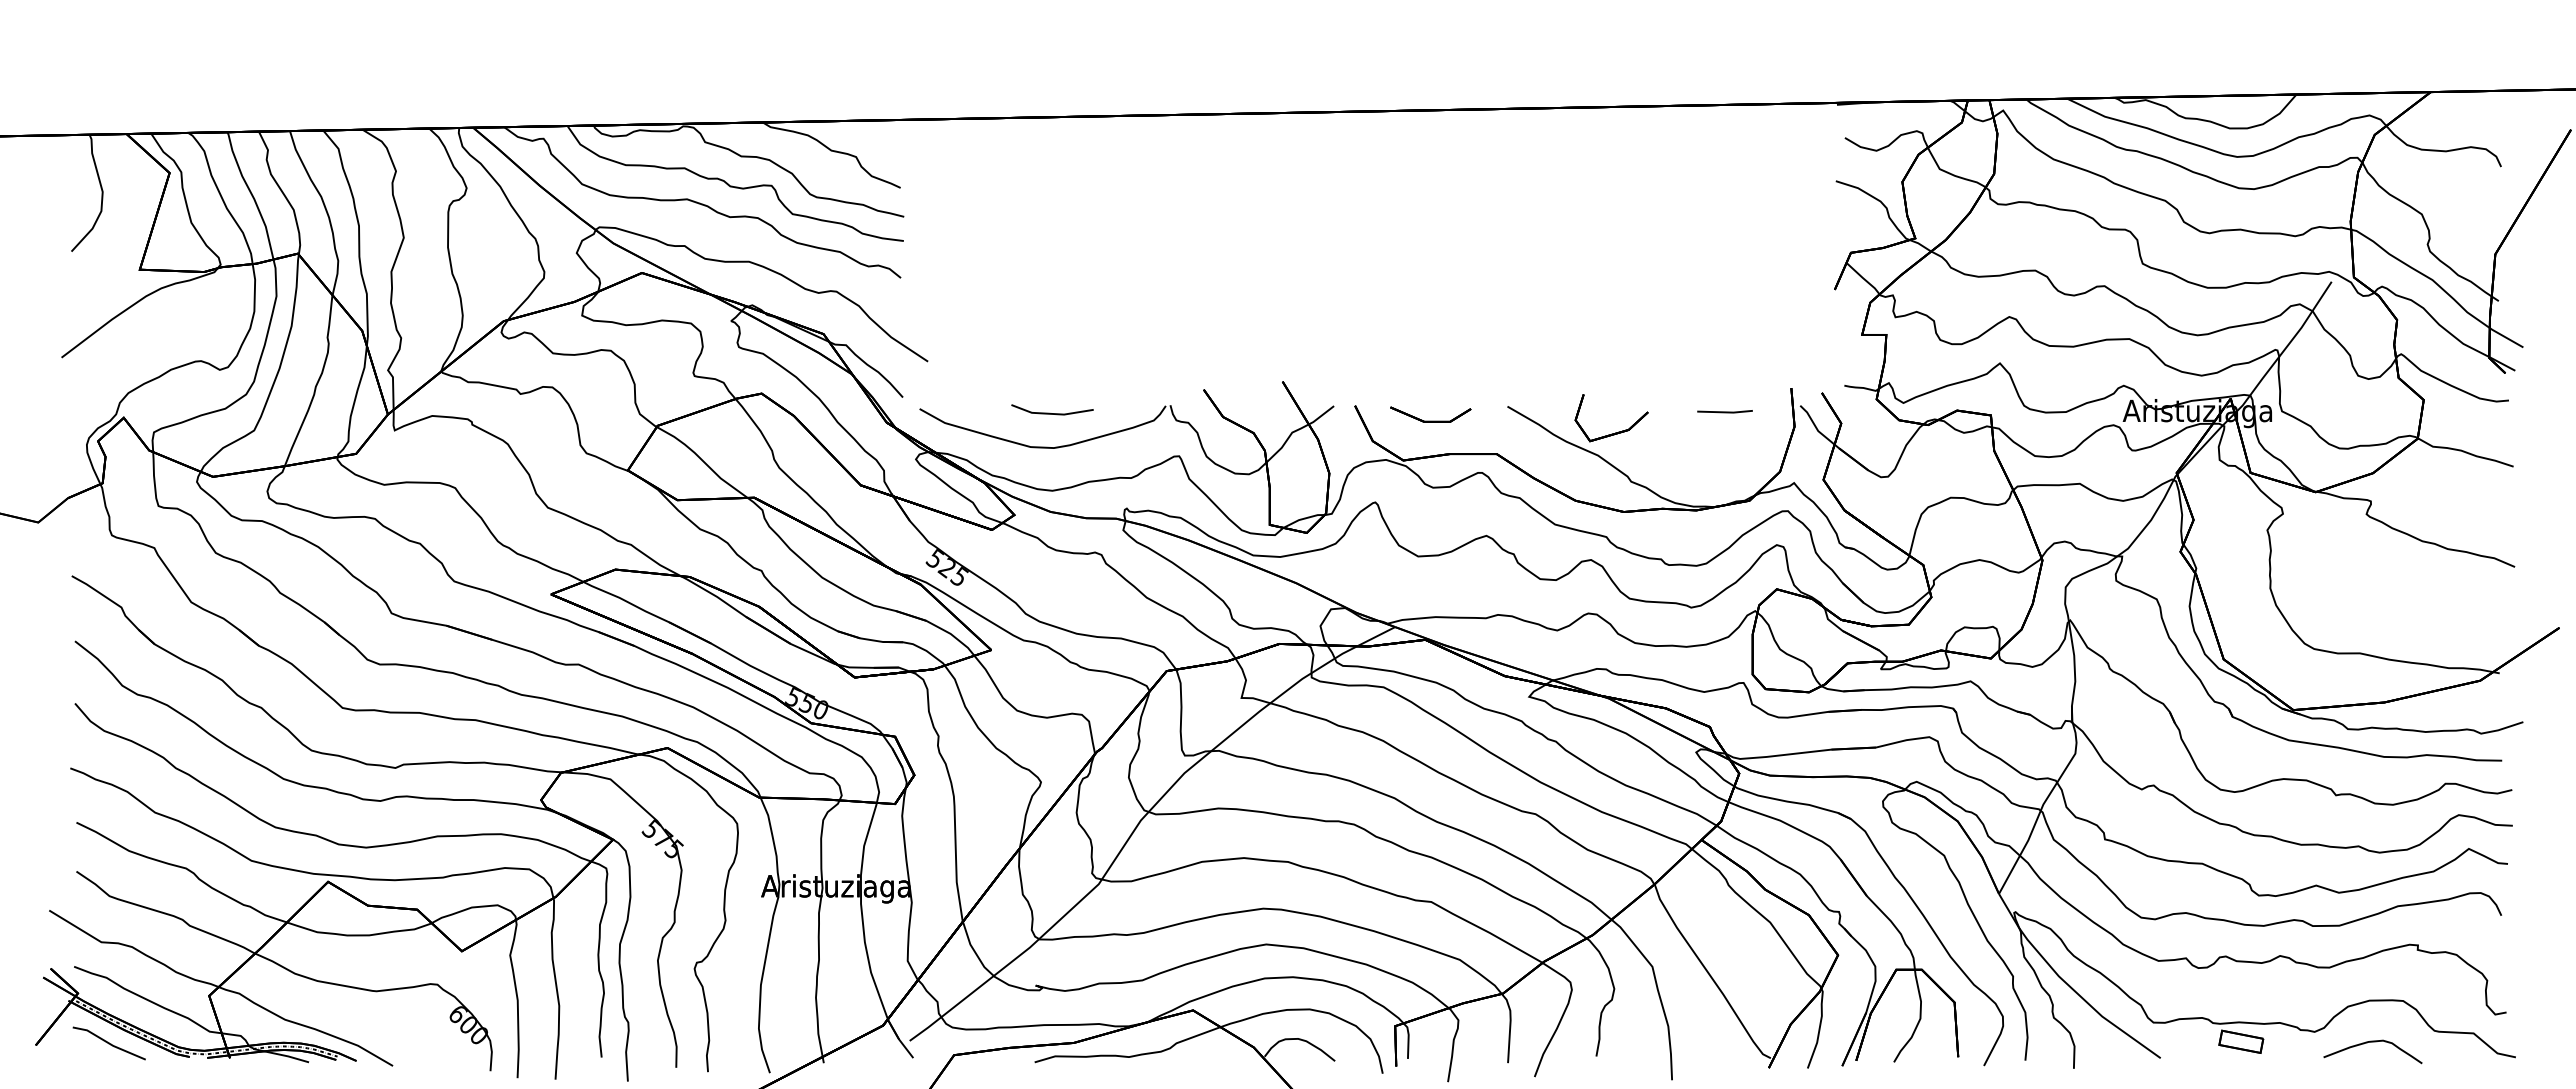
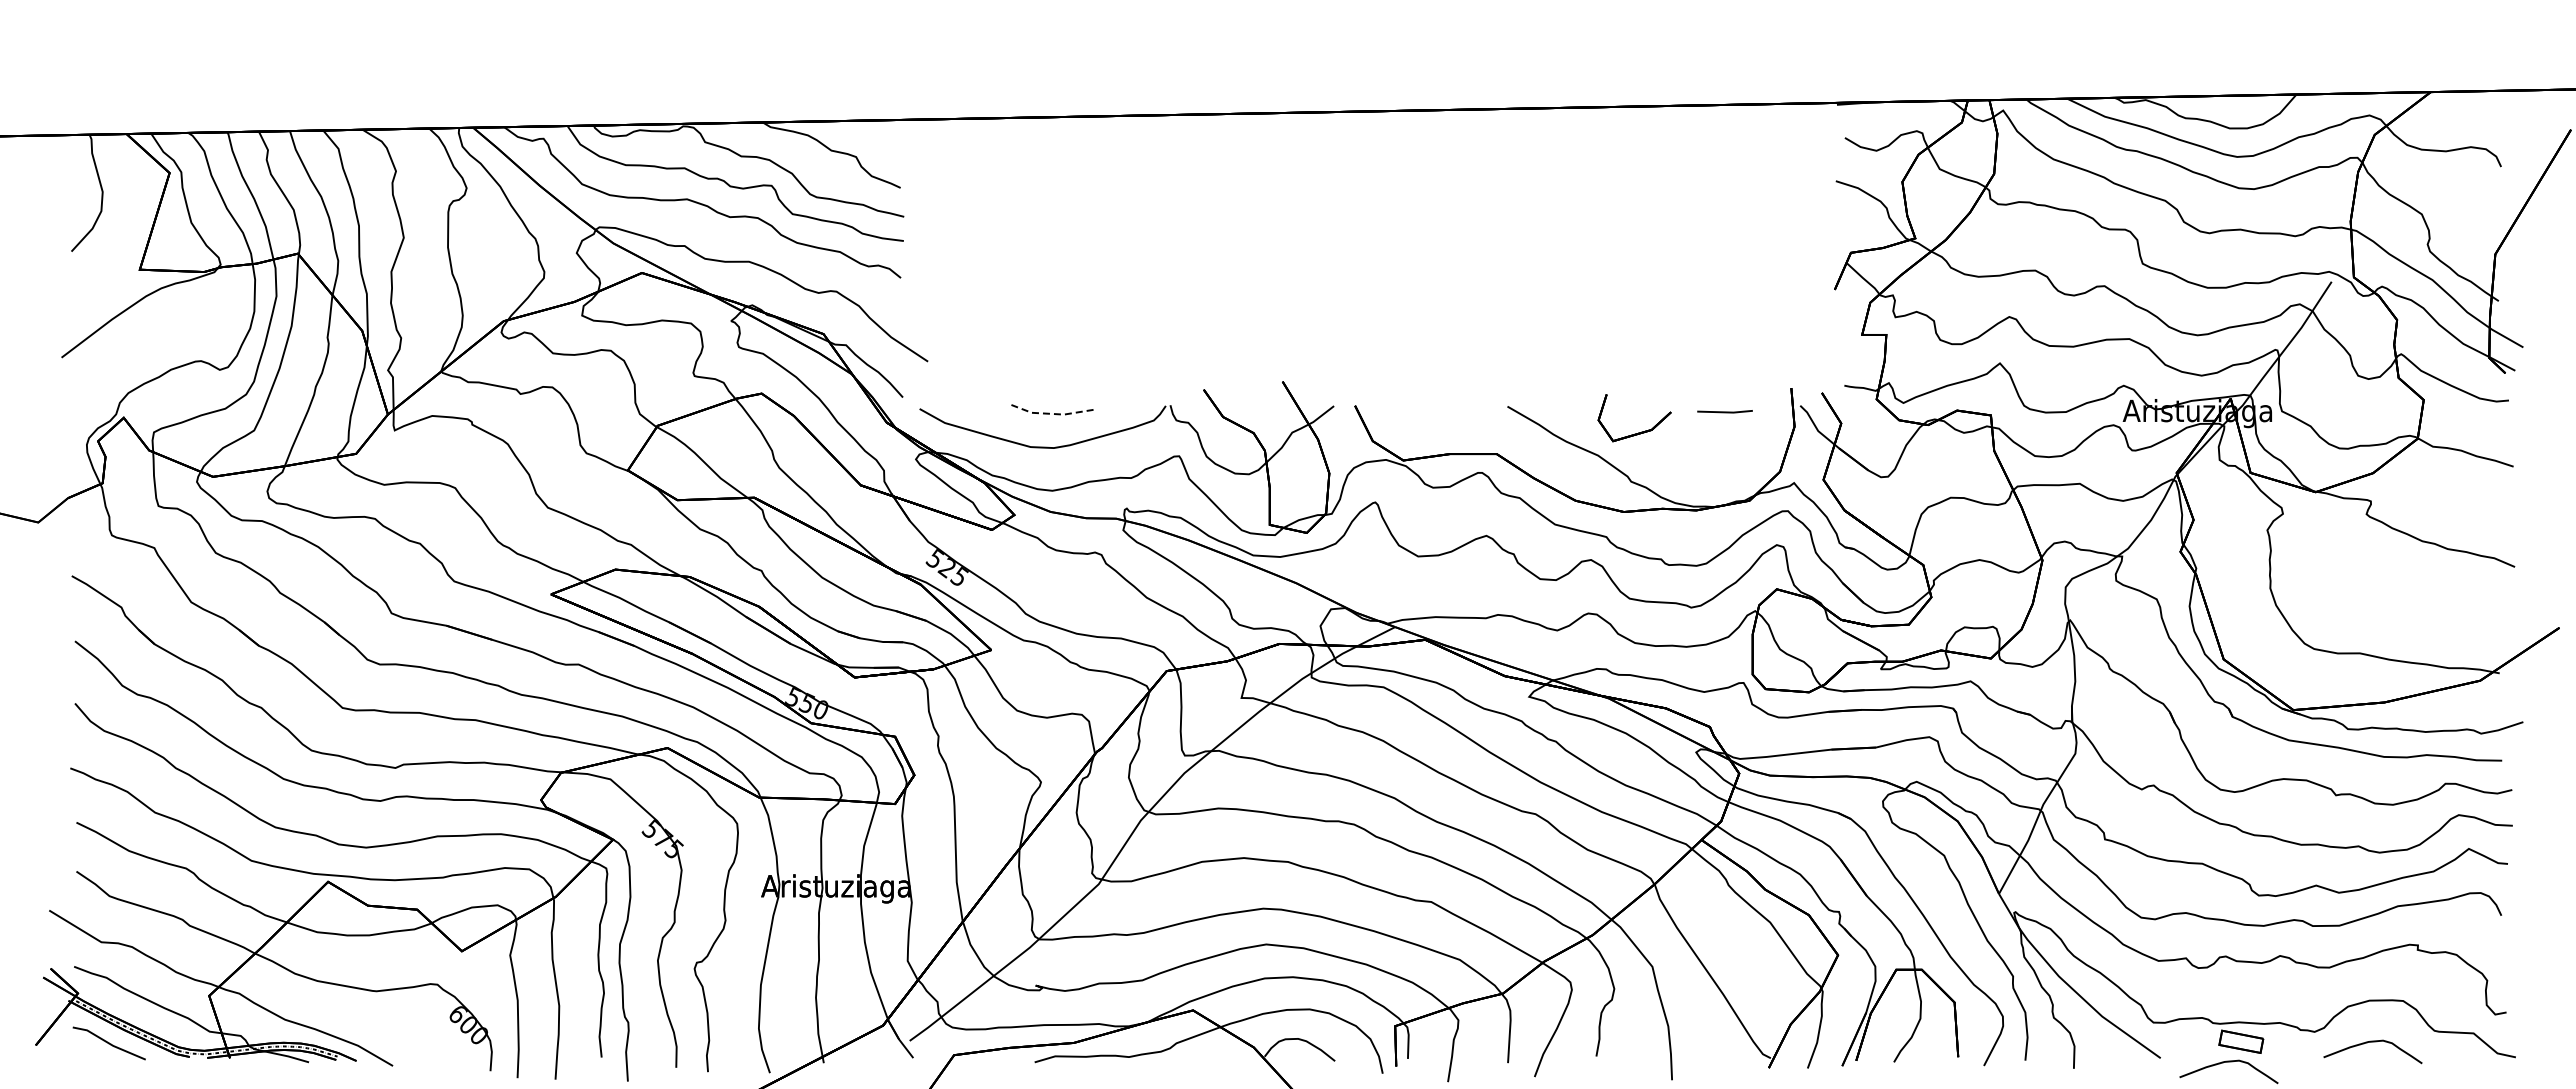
line at (1052, 413): solid -> dashed
part at (1430, 414): present -> none
part at (1615, 432) position: (1615, 432) -> (1638, 432)
curve at (2228, 1062): none -> present
